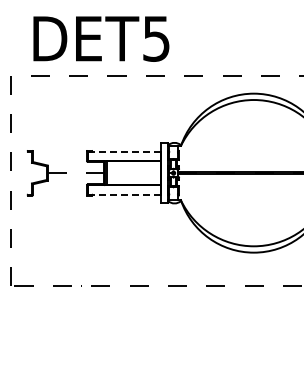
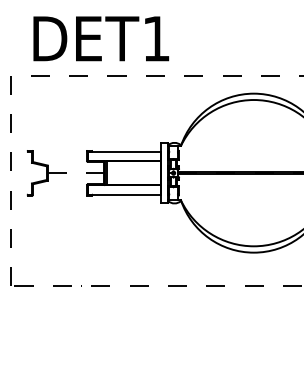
text at (156, 38): DET5 -> DET1
line at (123, 151): dashed -> solid
line at (124, 194): dashed -> solid
